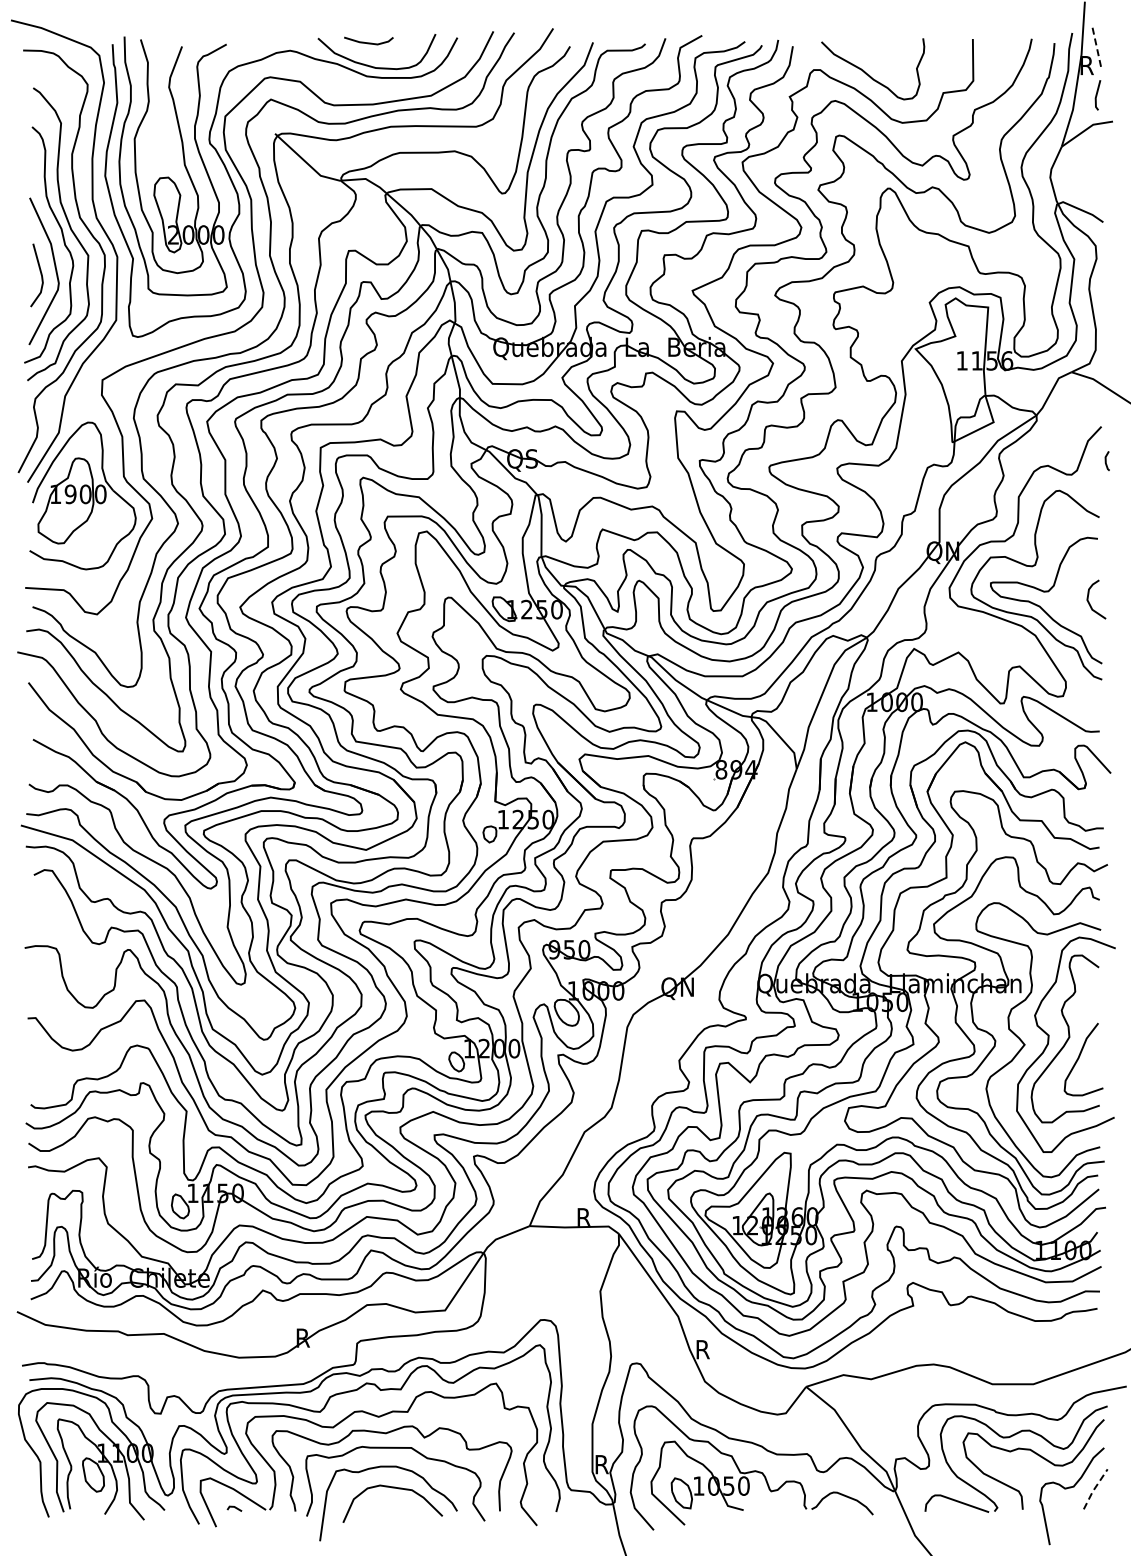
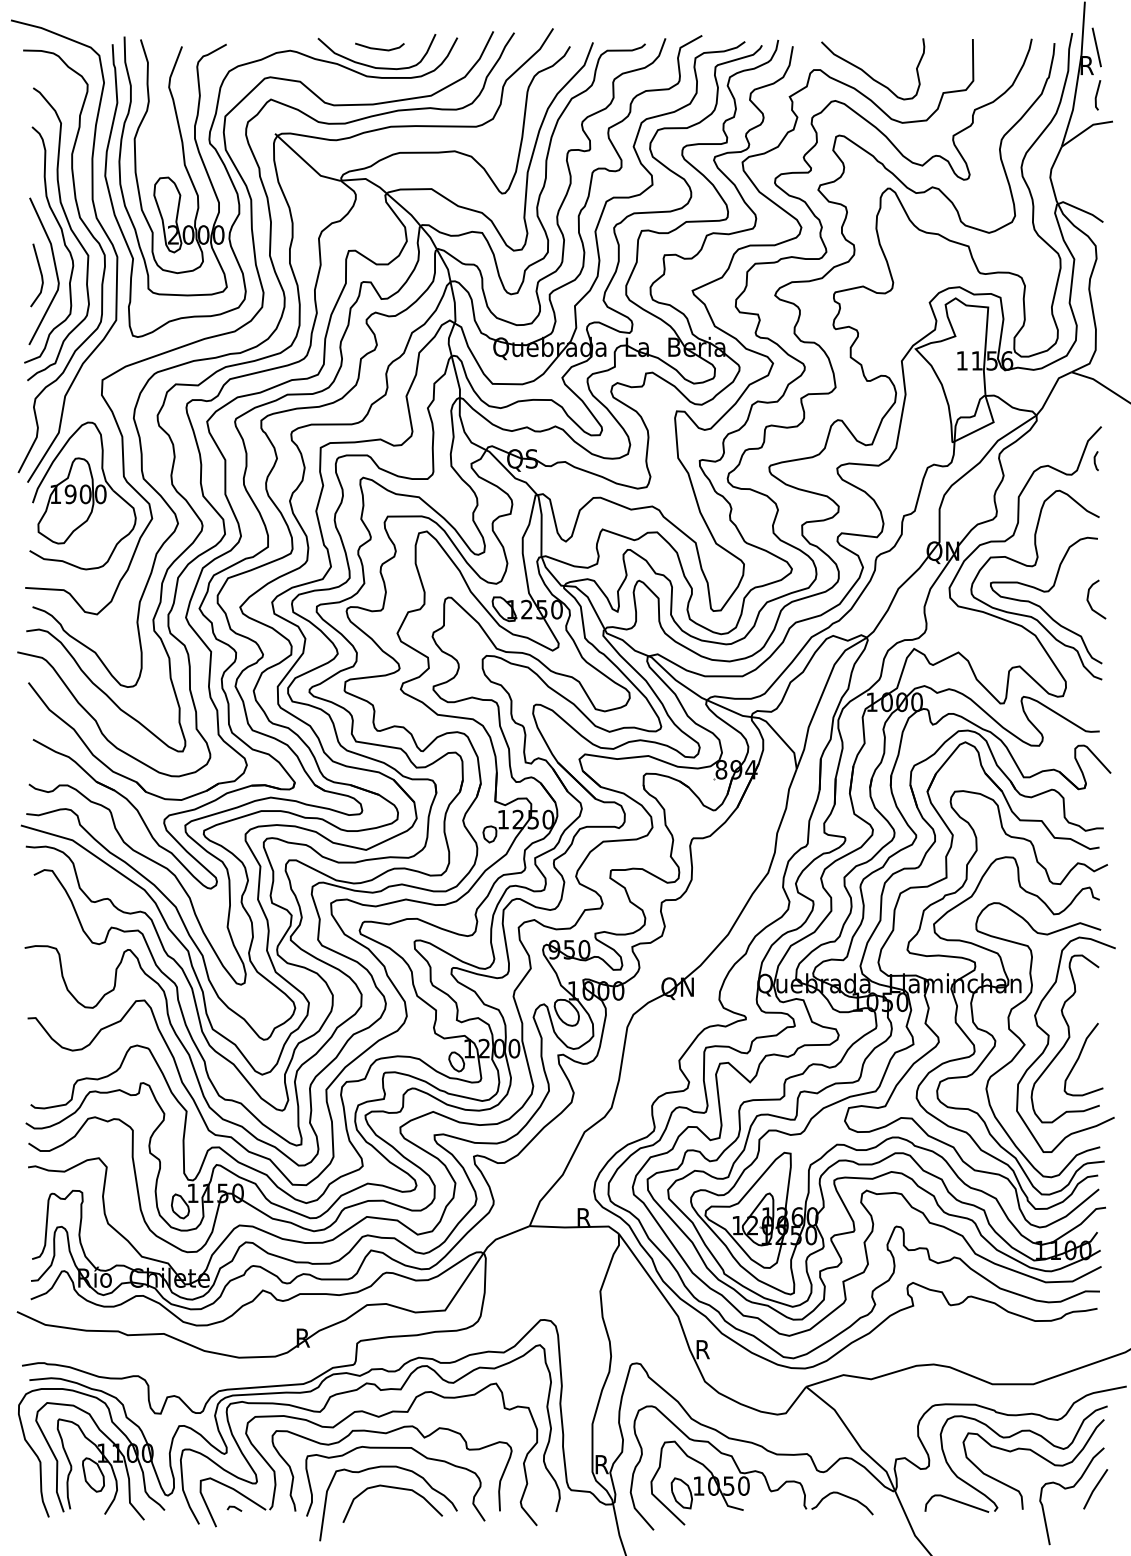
line at (368, 42) position: (368, 42) -> (379, 48)
line at (1096, 47): dashed -> solid
line at (1106, 460) position: (1106, 460) -> (1095, 460)
line at (1094, 1489): dashed -> solid
